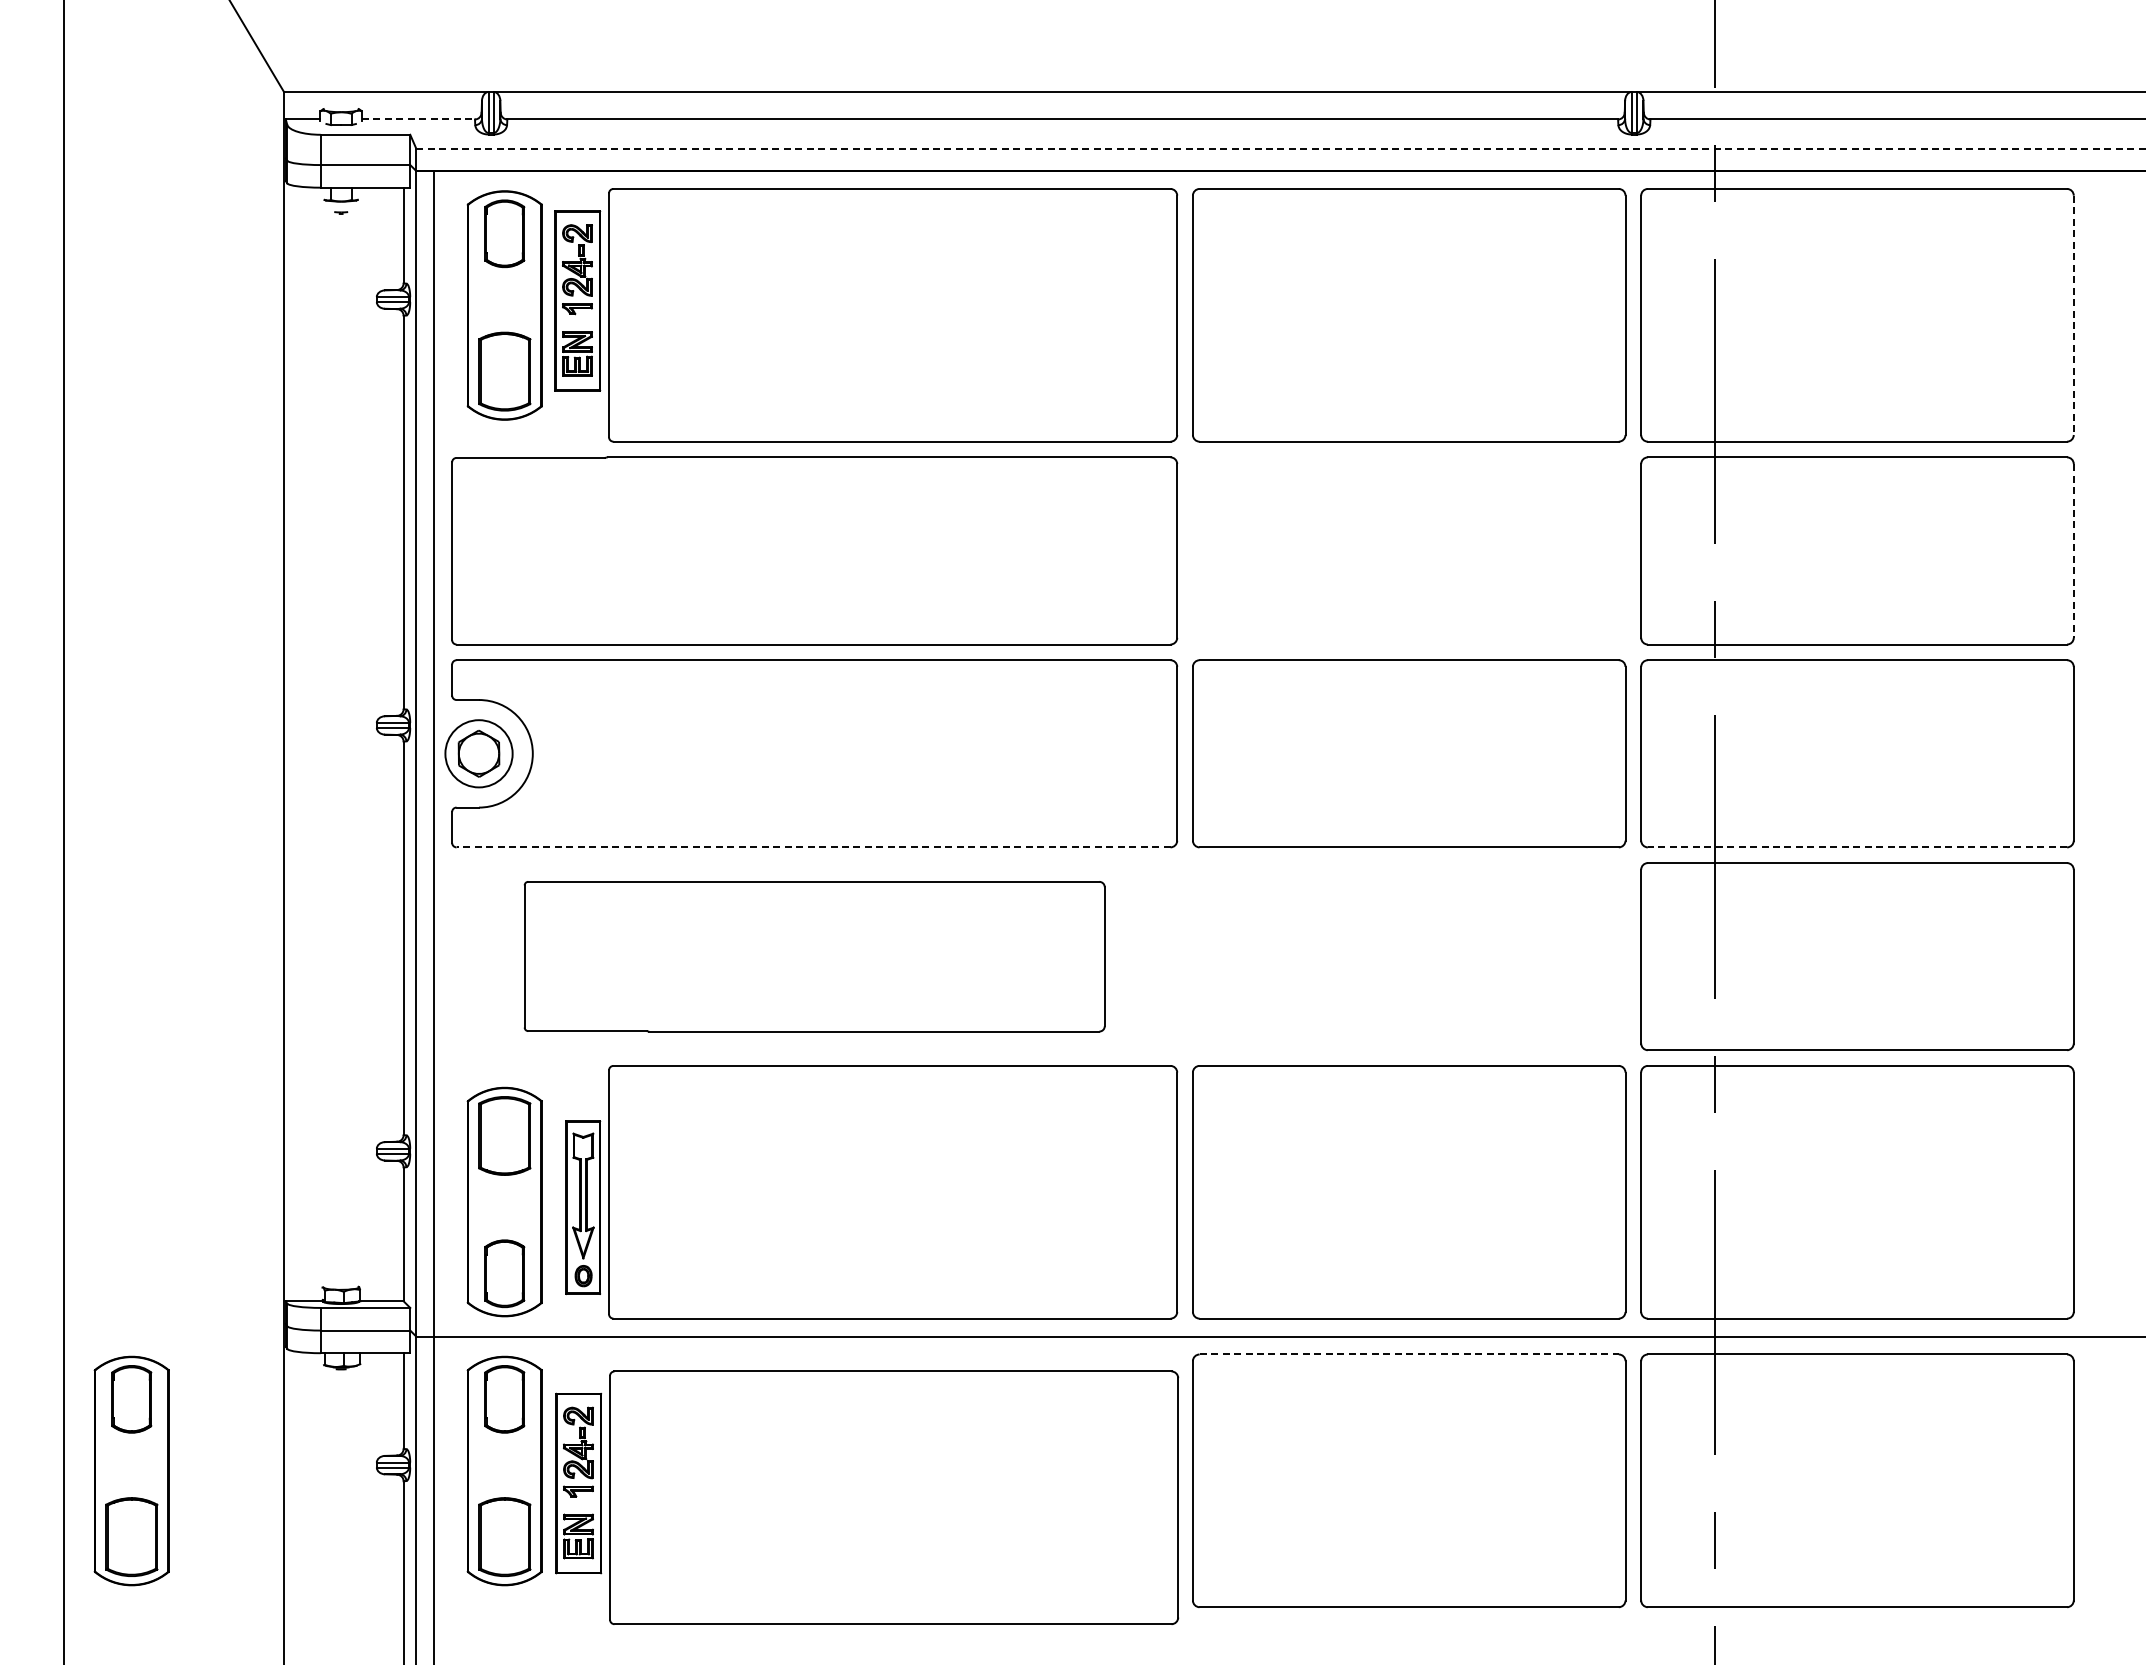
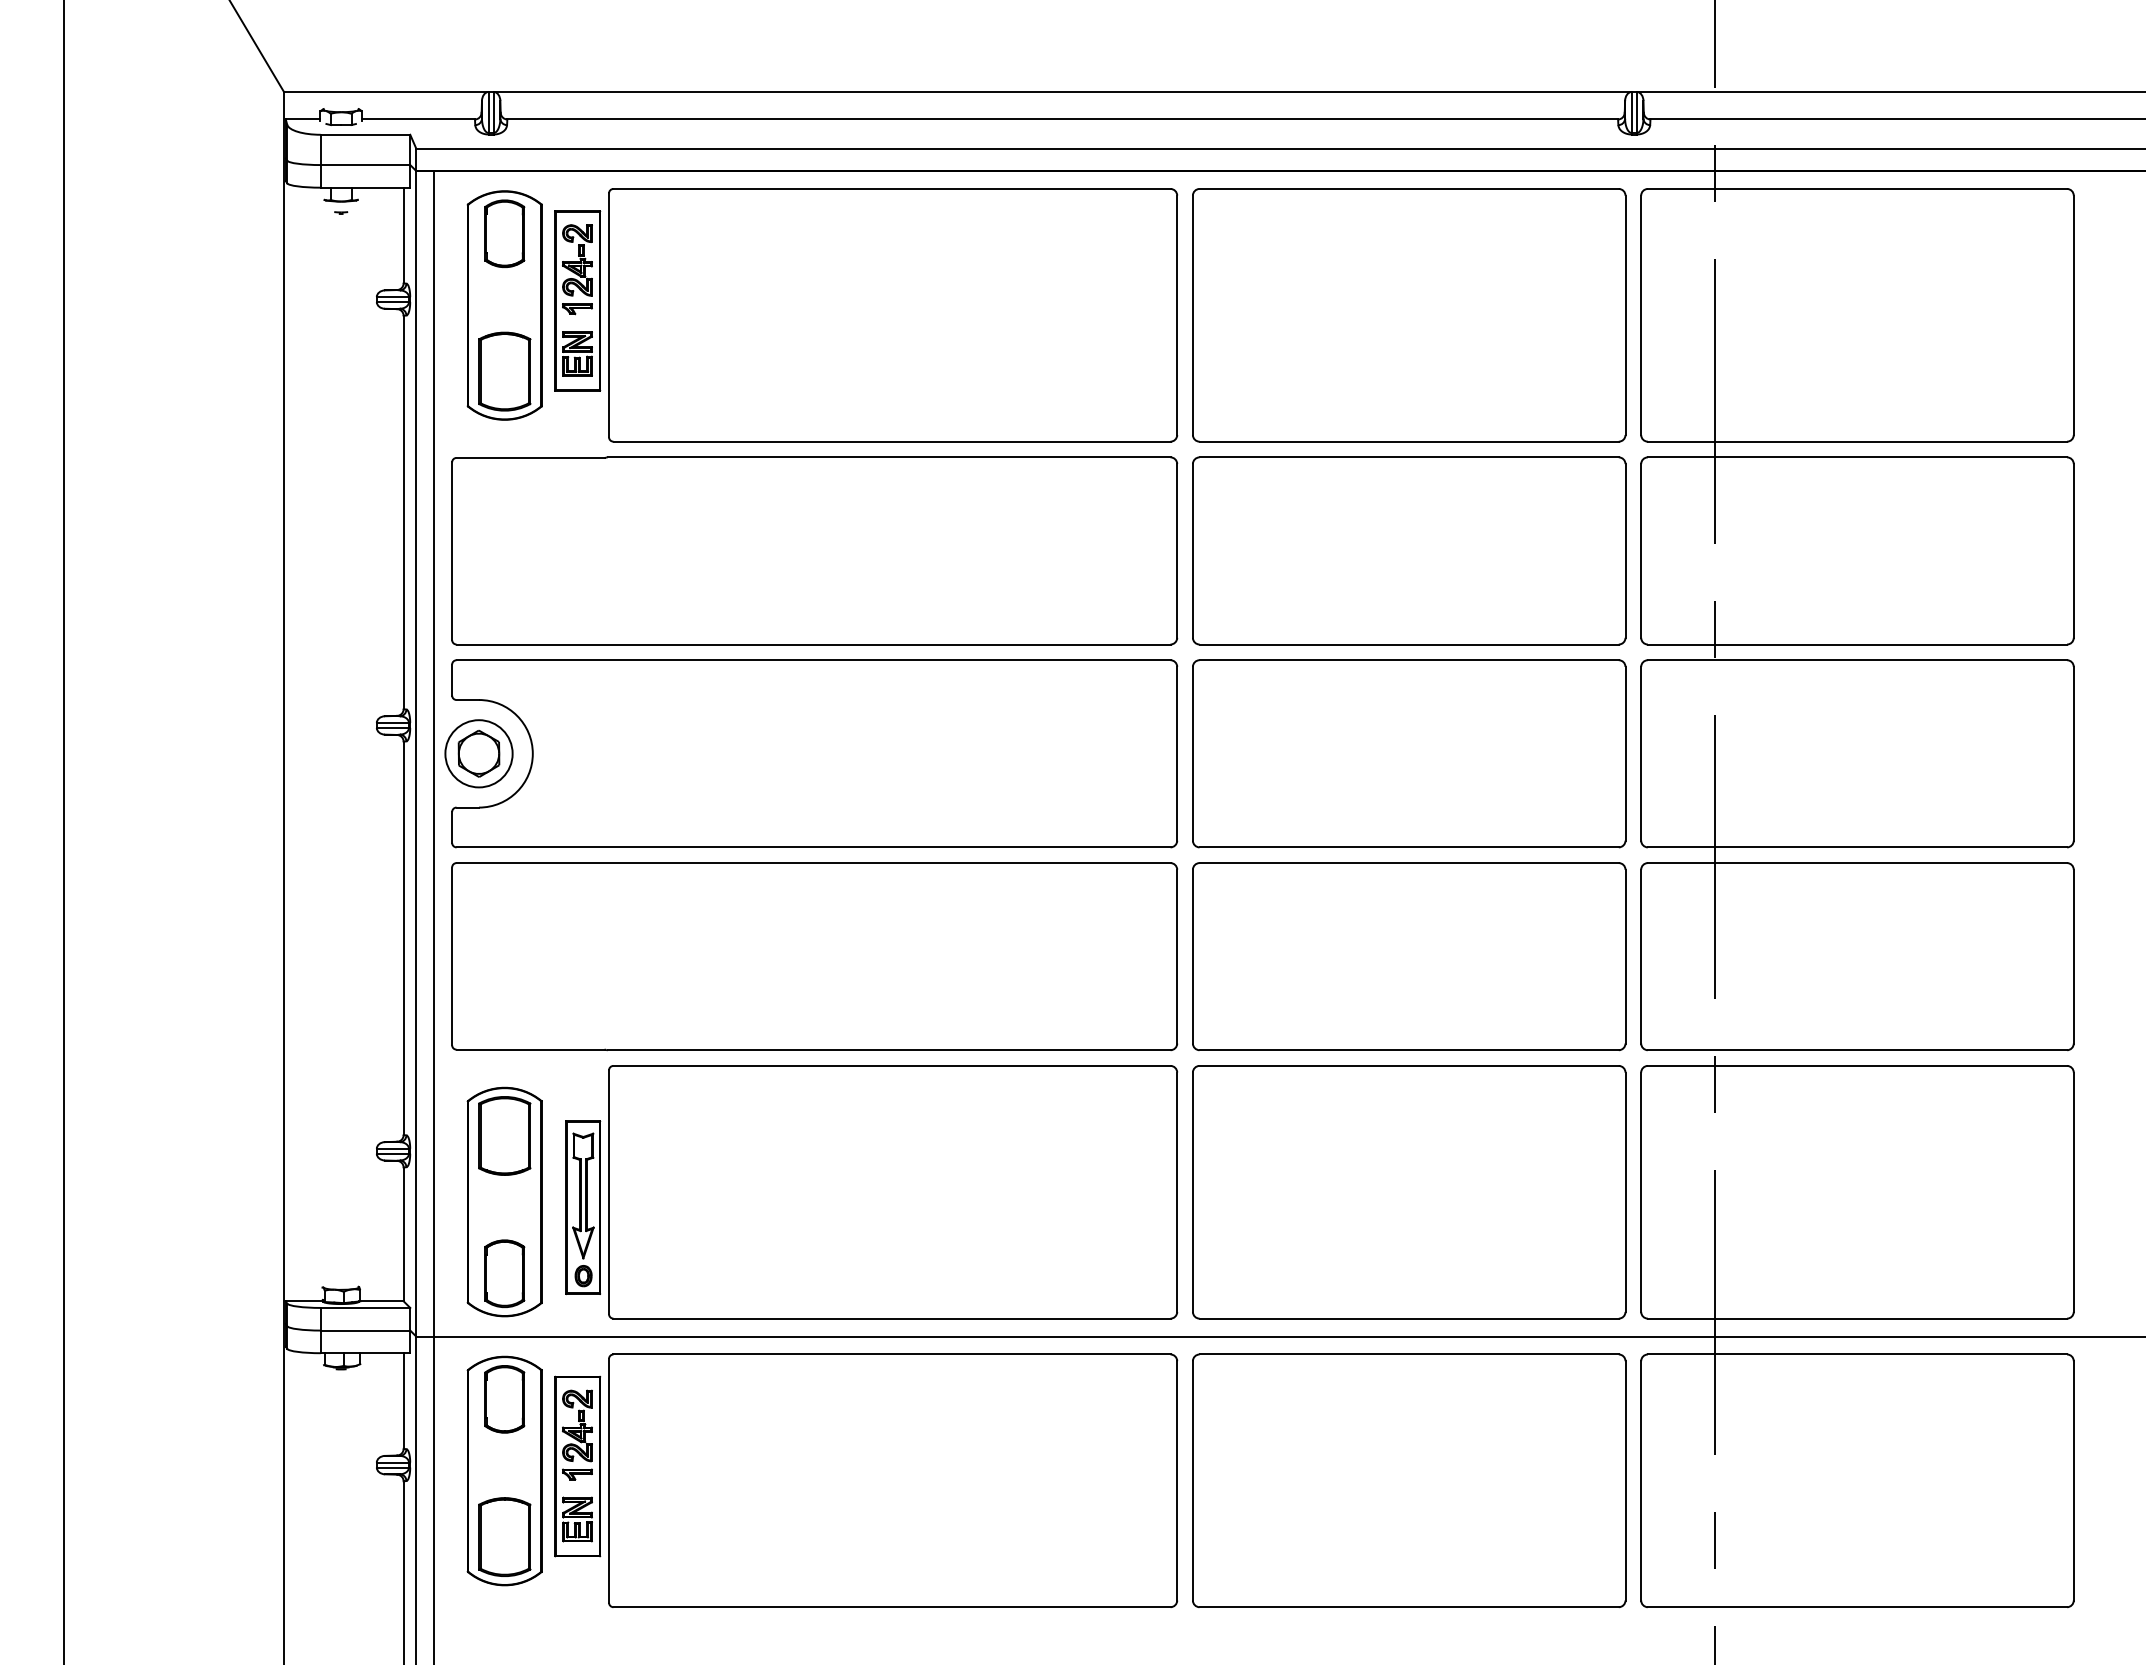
line at (418, 119): dashed -> solid
line at (1280, 148): dashed -> solid
line at (2073, 315): dashed -> solid
part at (1409, 550): none -> present
line at (2073, 550): dashed -> solid
line at (813, 847): dashed -> solid
line at (1857, 847): dashed -> solid
part at (814, 956) size: 583x152 px -> 728x190 px
part at (1409, 956): none -> present
line at (1409, 1354): dashed -> solid
part at (131, 1470): present -> none
part at (867, 1497) position: (867, 1497) -> (866, 1480)
